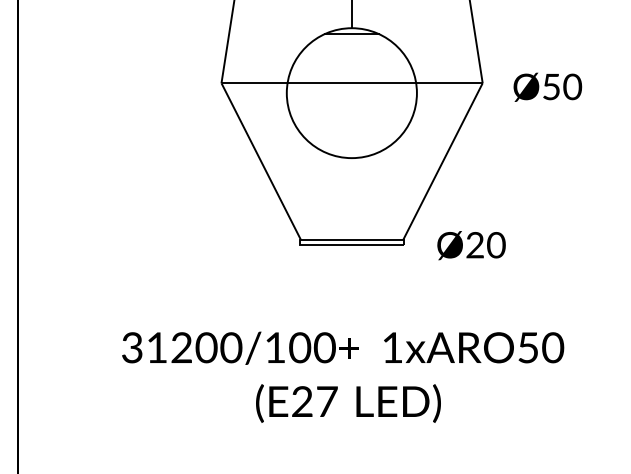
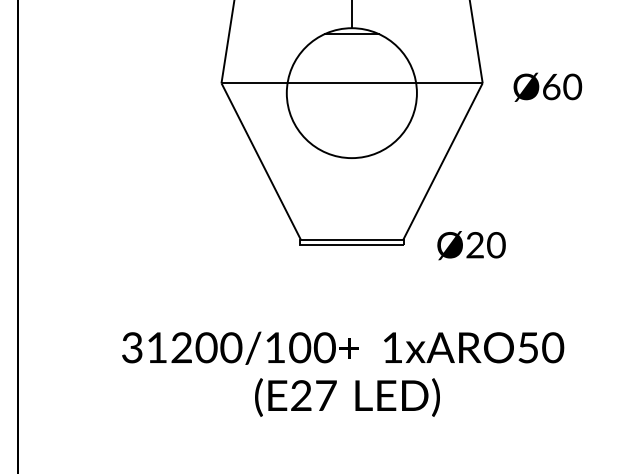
text at (551, 86): Ø50 -> Ø60
text at (348, 403) position: (348, 403) -> (347, 397)
